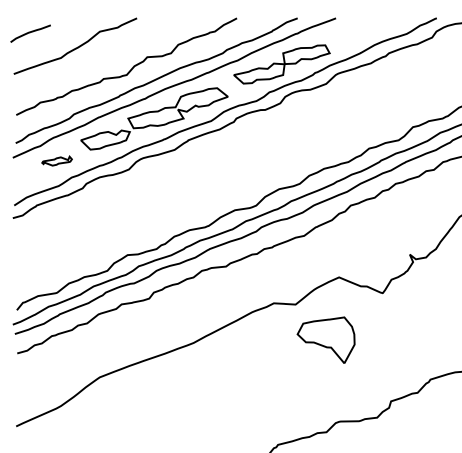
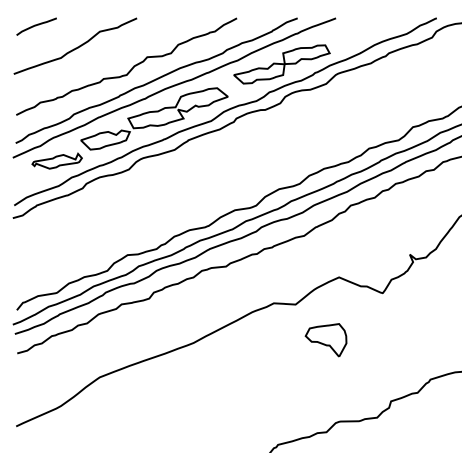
curve at (30, 33) position: (30, 33) -> (36, 26)
part at (56, 160) size: 32x12 px -> 52x18 px
part at (325, 339) size: 60x48 px -> 44x35 px
